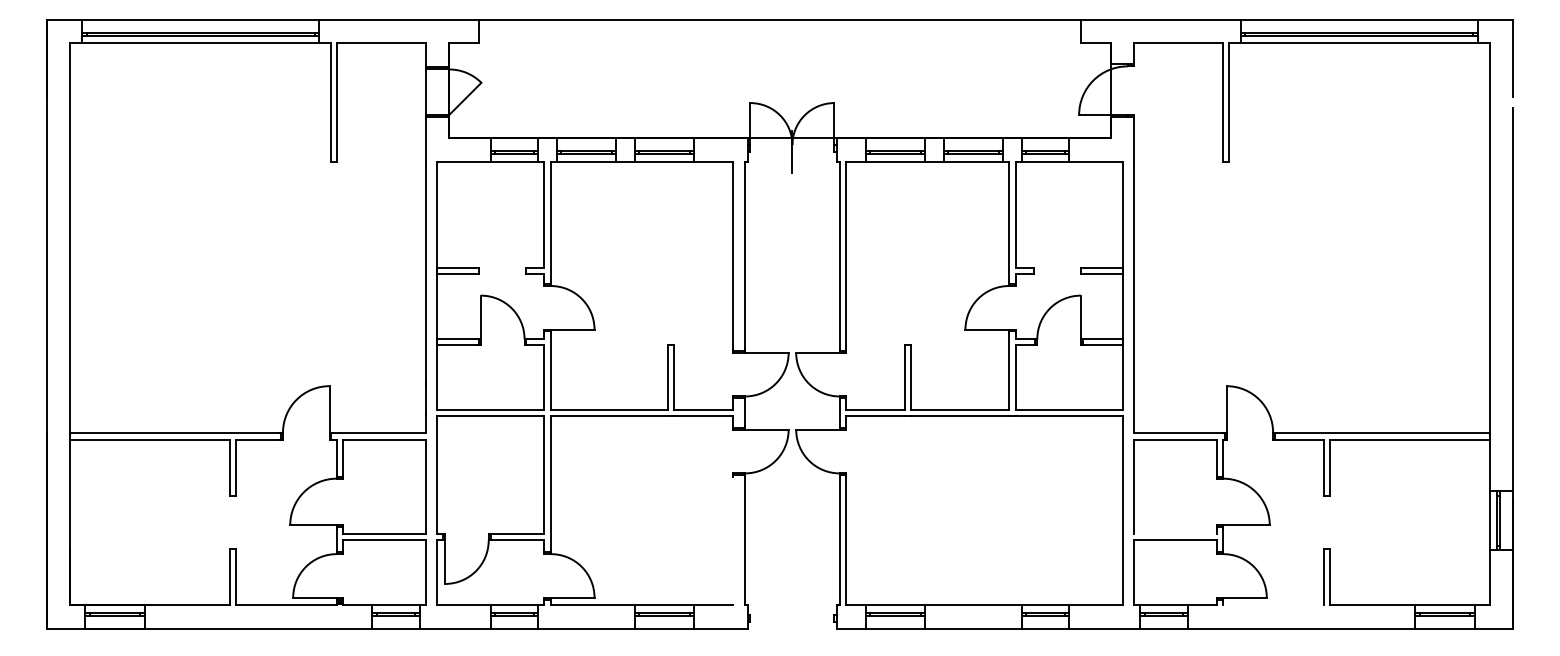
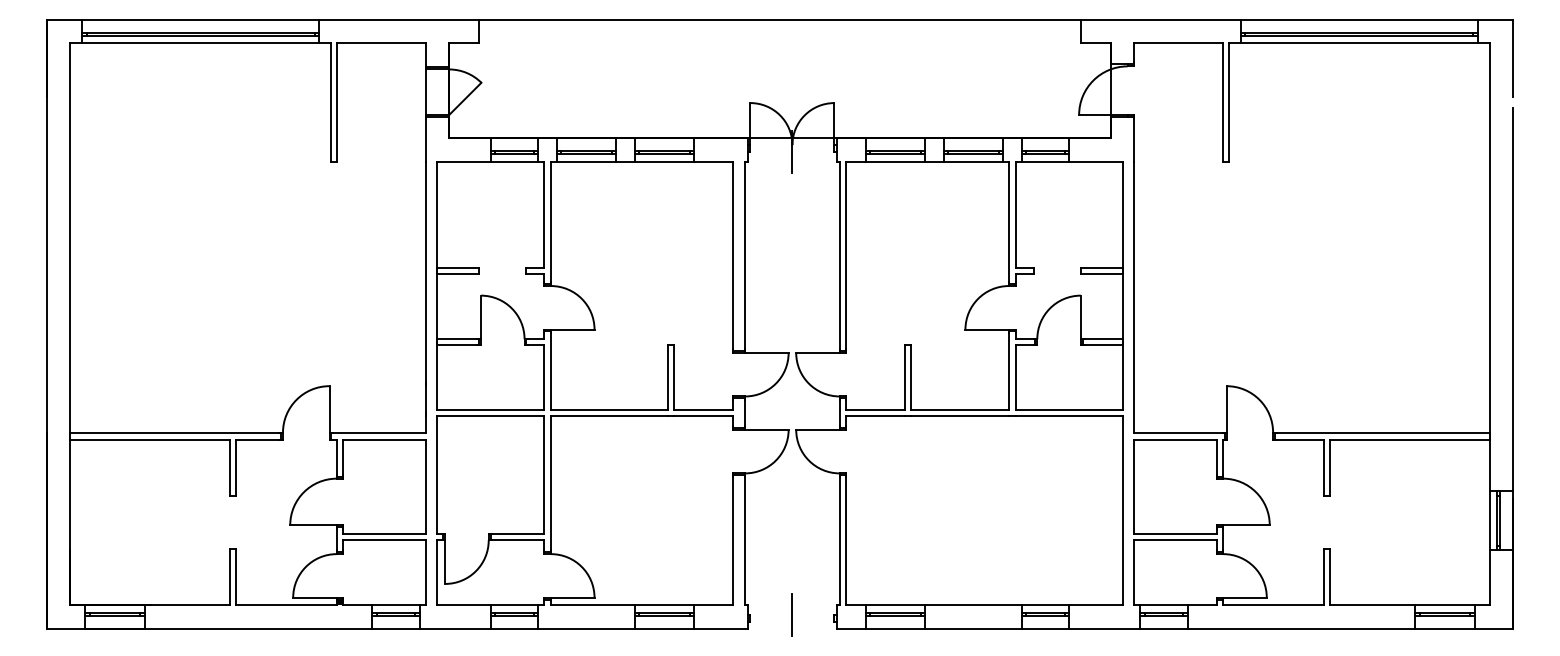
line at (1175, 534): none -> present
line at (733, 540): none -> present
line at (1273, 605): none -> present
line at (791, 614): none -> present
